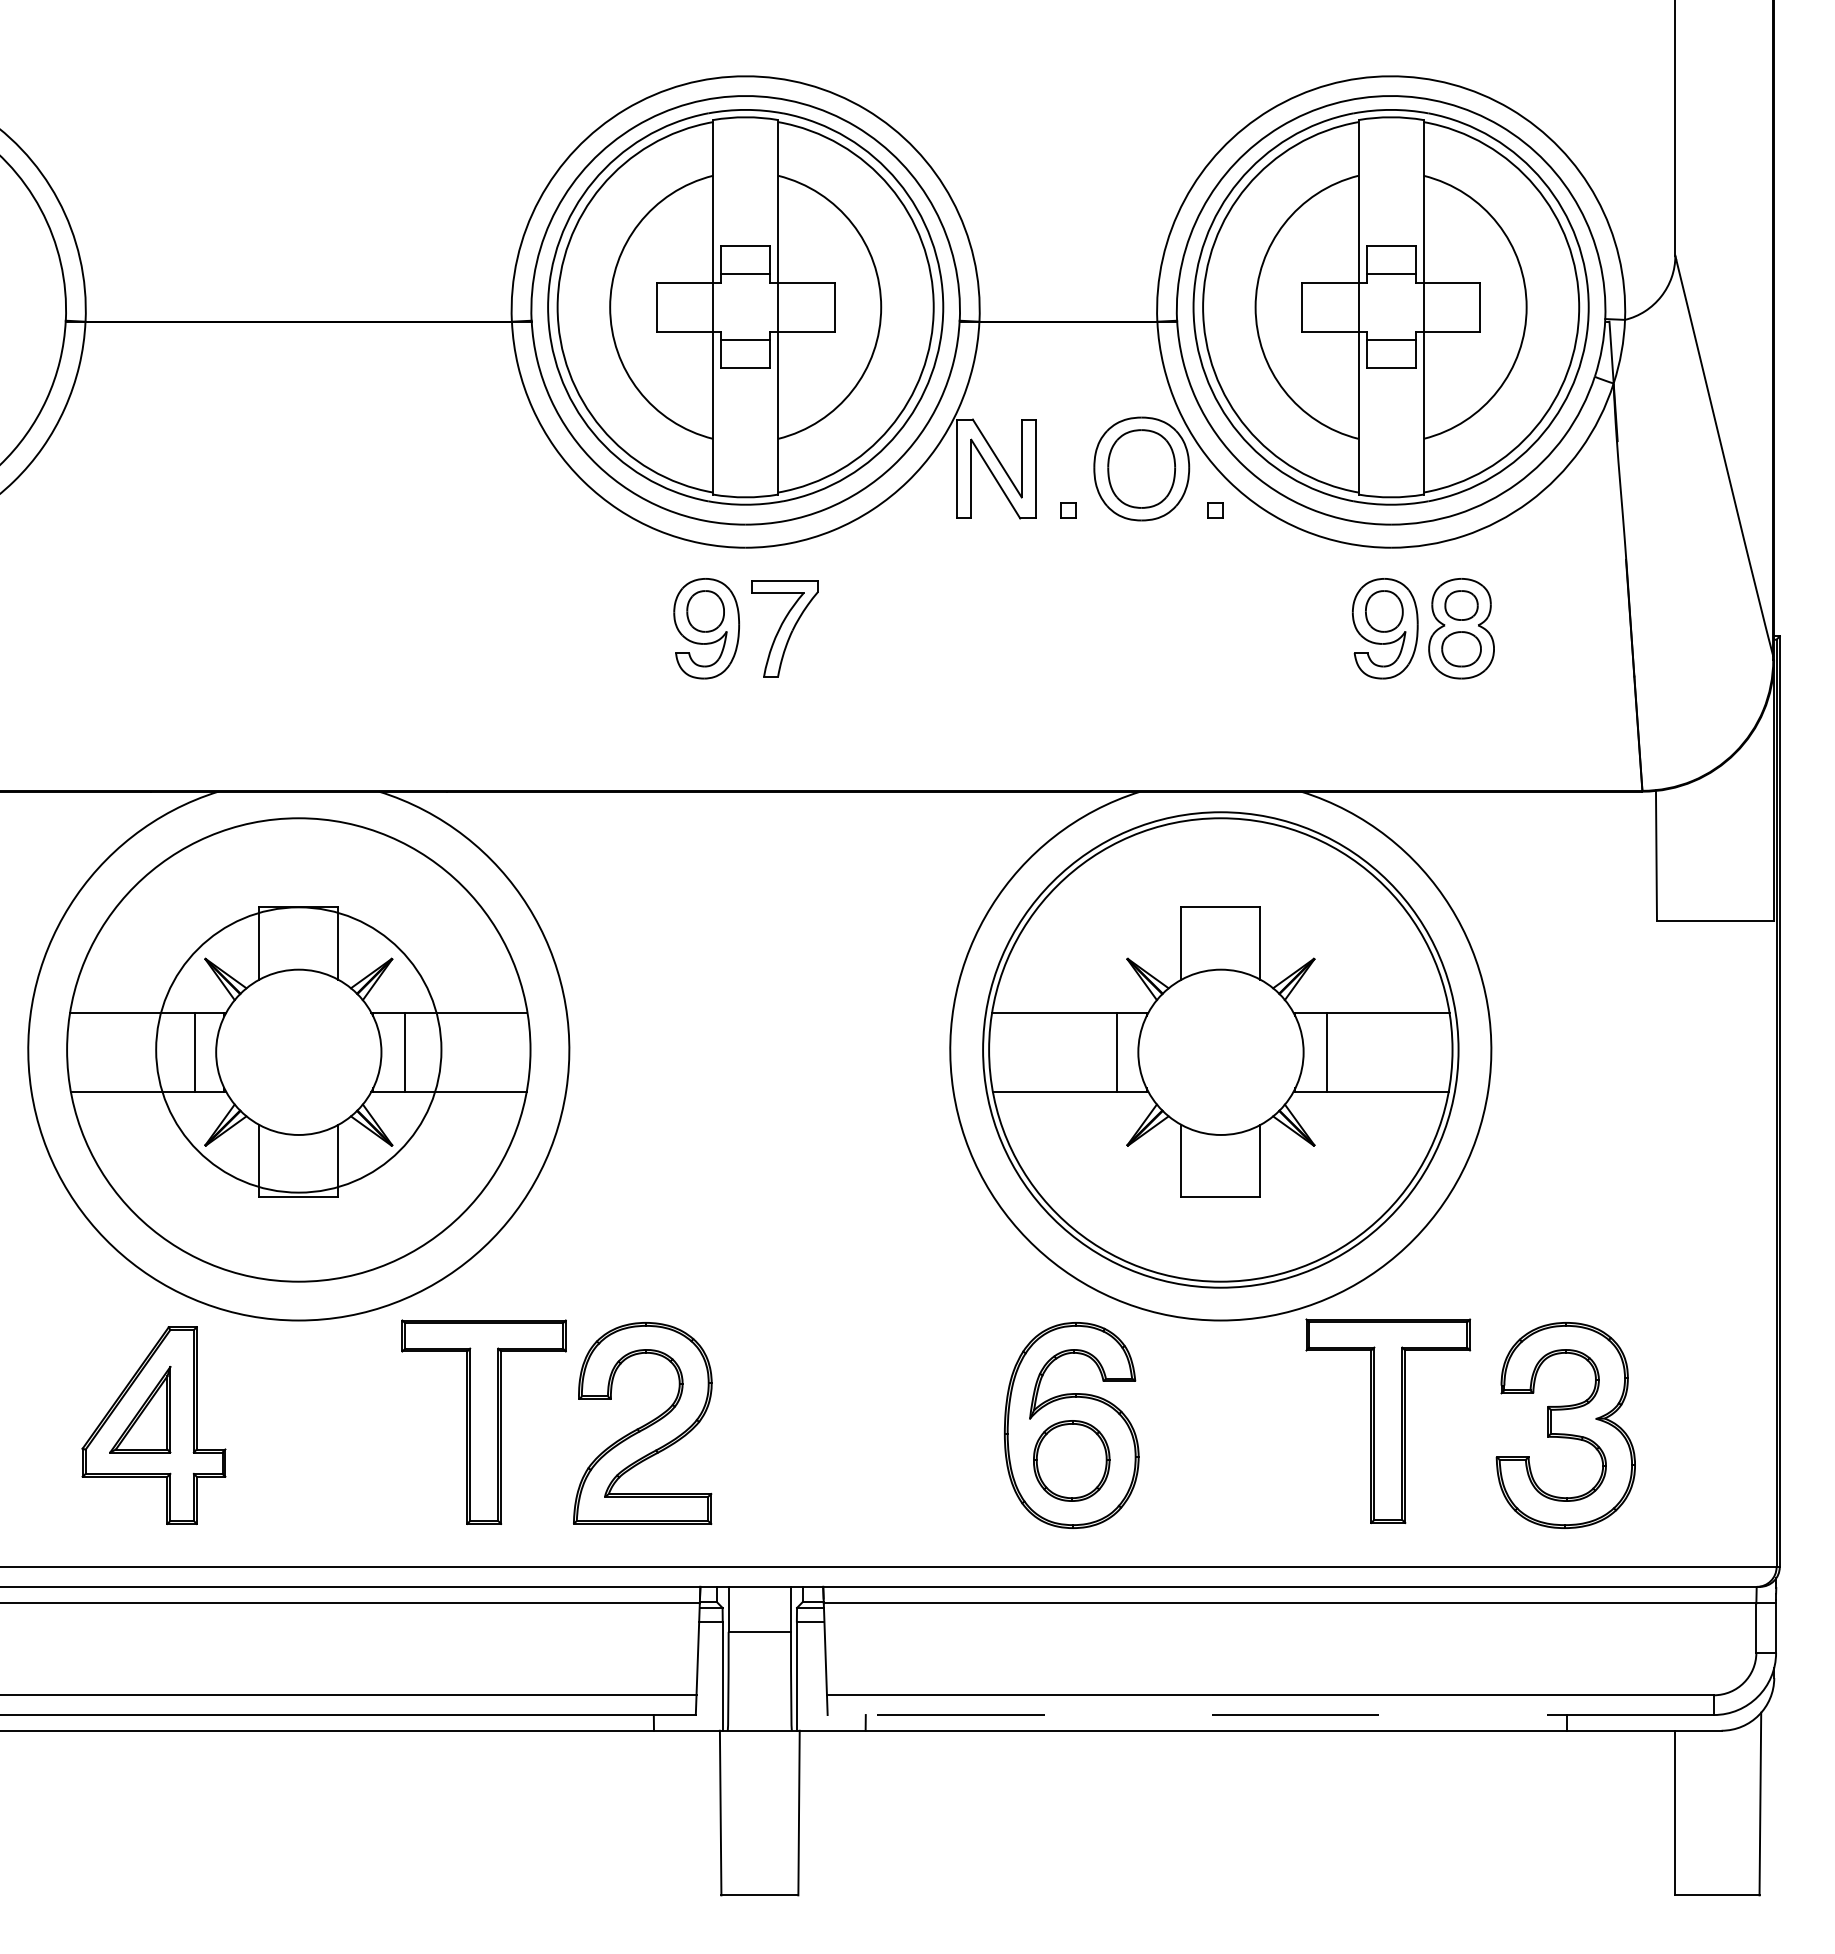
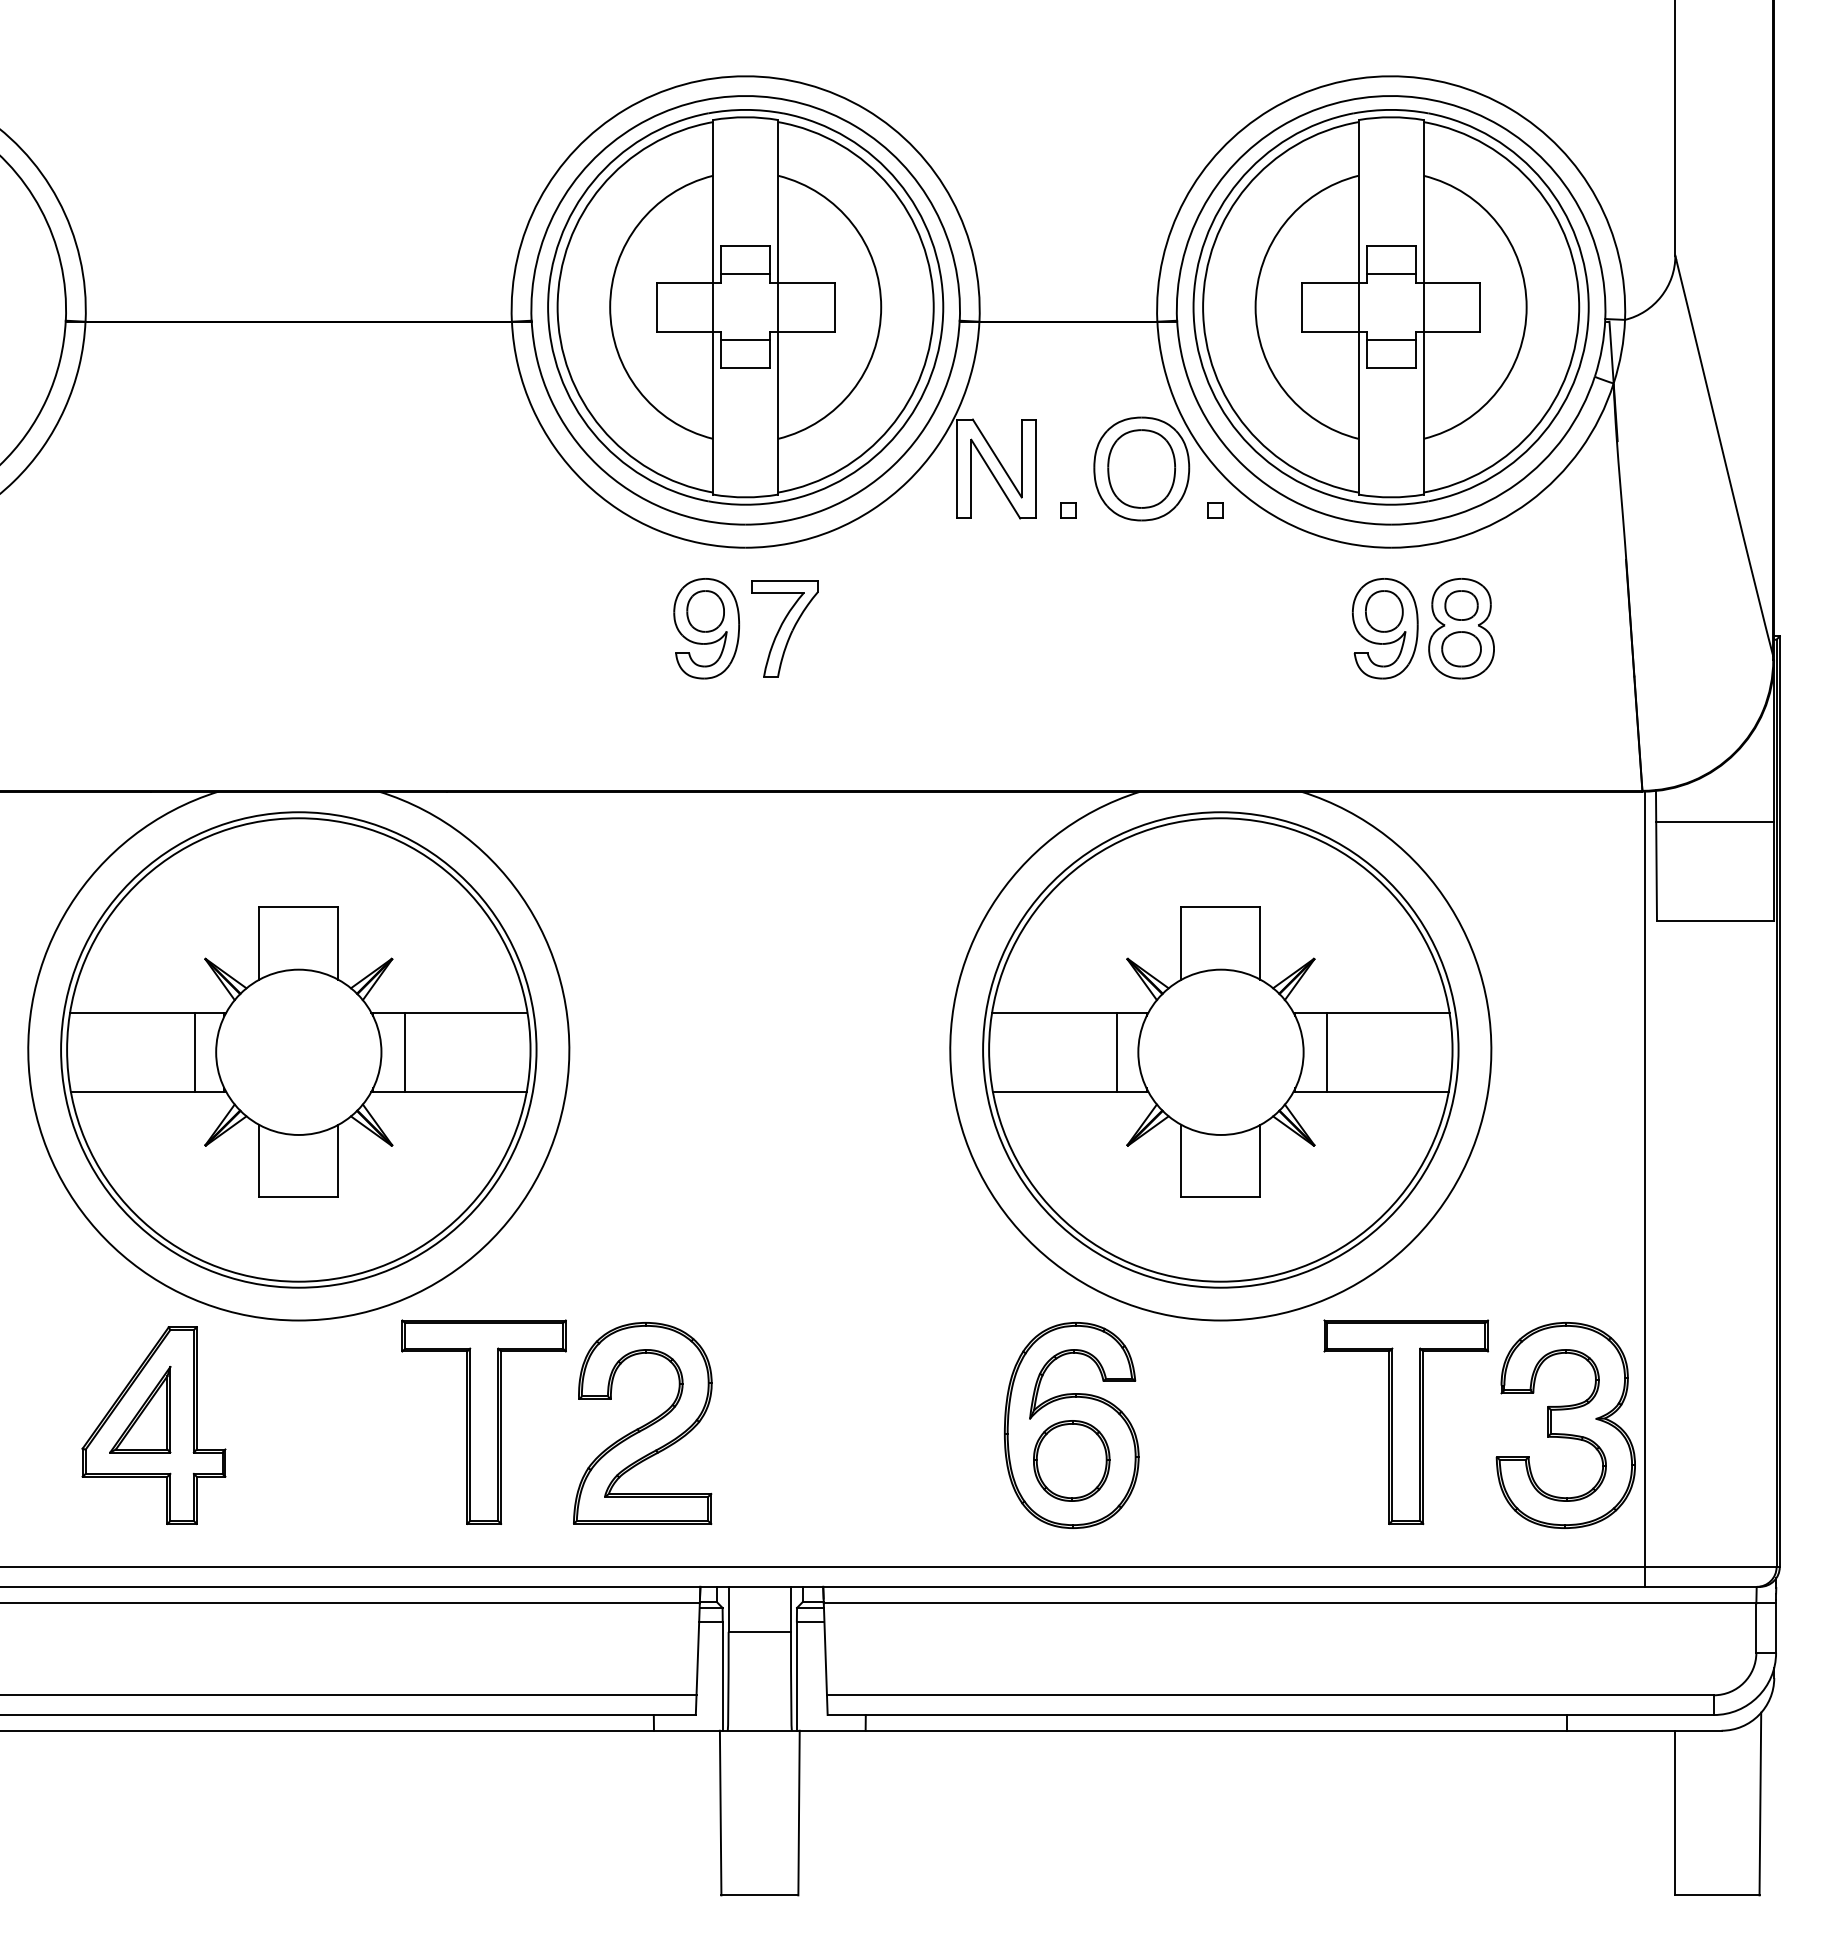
line at (1715, 821): none -> present
circle at (298, 1049) diameter: 285 px -> 475 px
line at (1644, 1188): none -> present
part at (1388, 1420) position: (1388, 1420) -> (1406, 1421)
line at (1270, 1715): dashed -> solid
